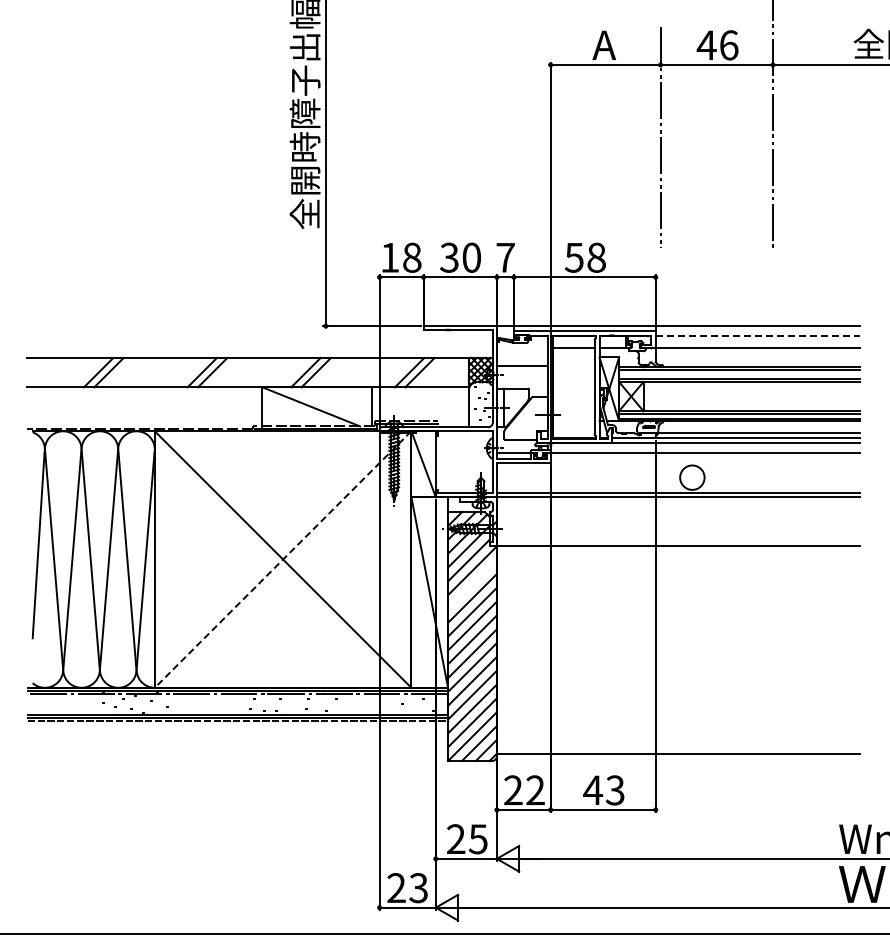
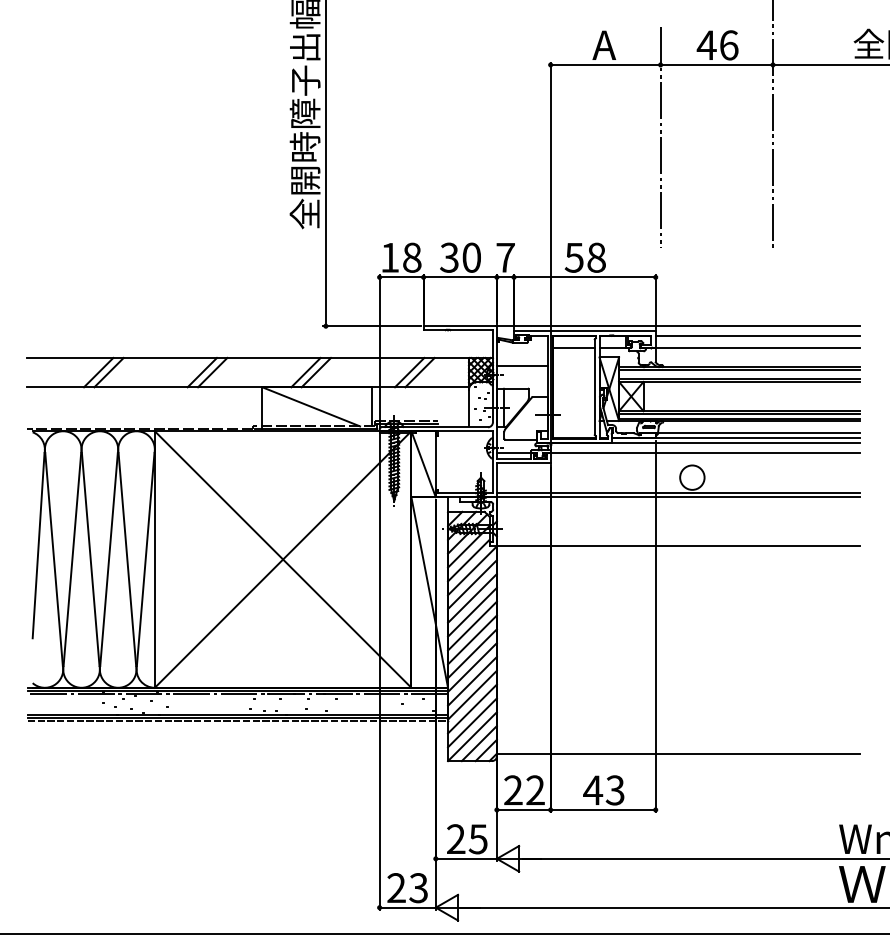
line at (758, 336): dashed -> solid
line at (282, 559): dashed -> solid
line at (472, 584): none -> present
